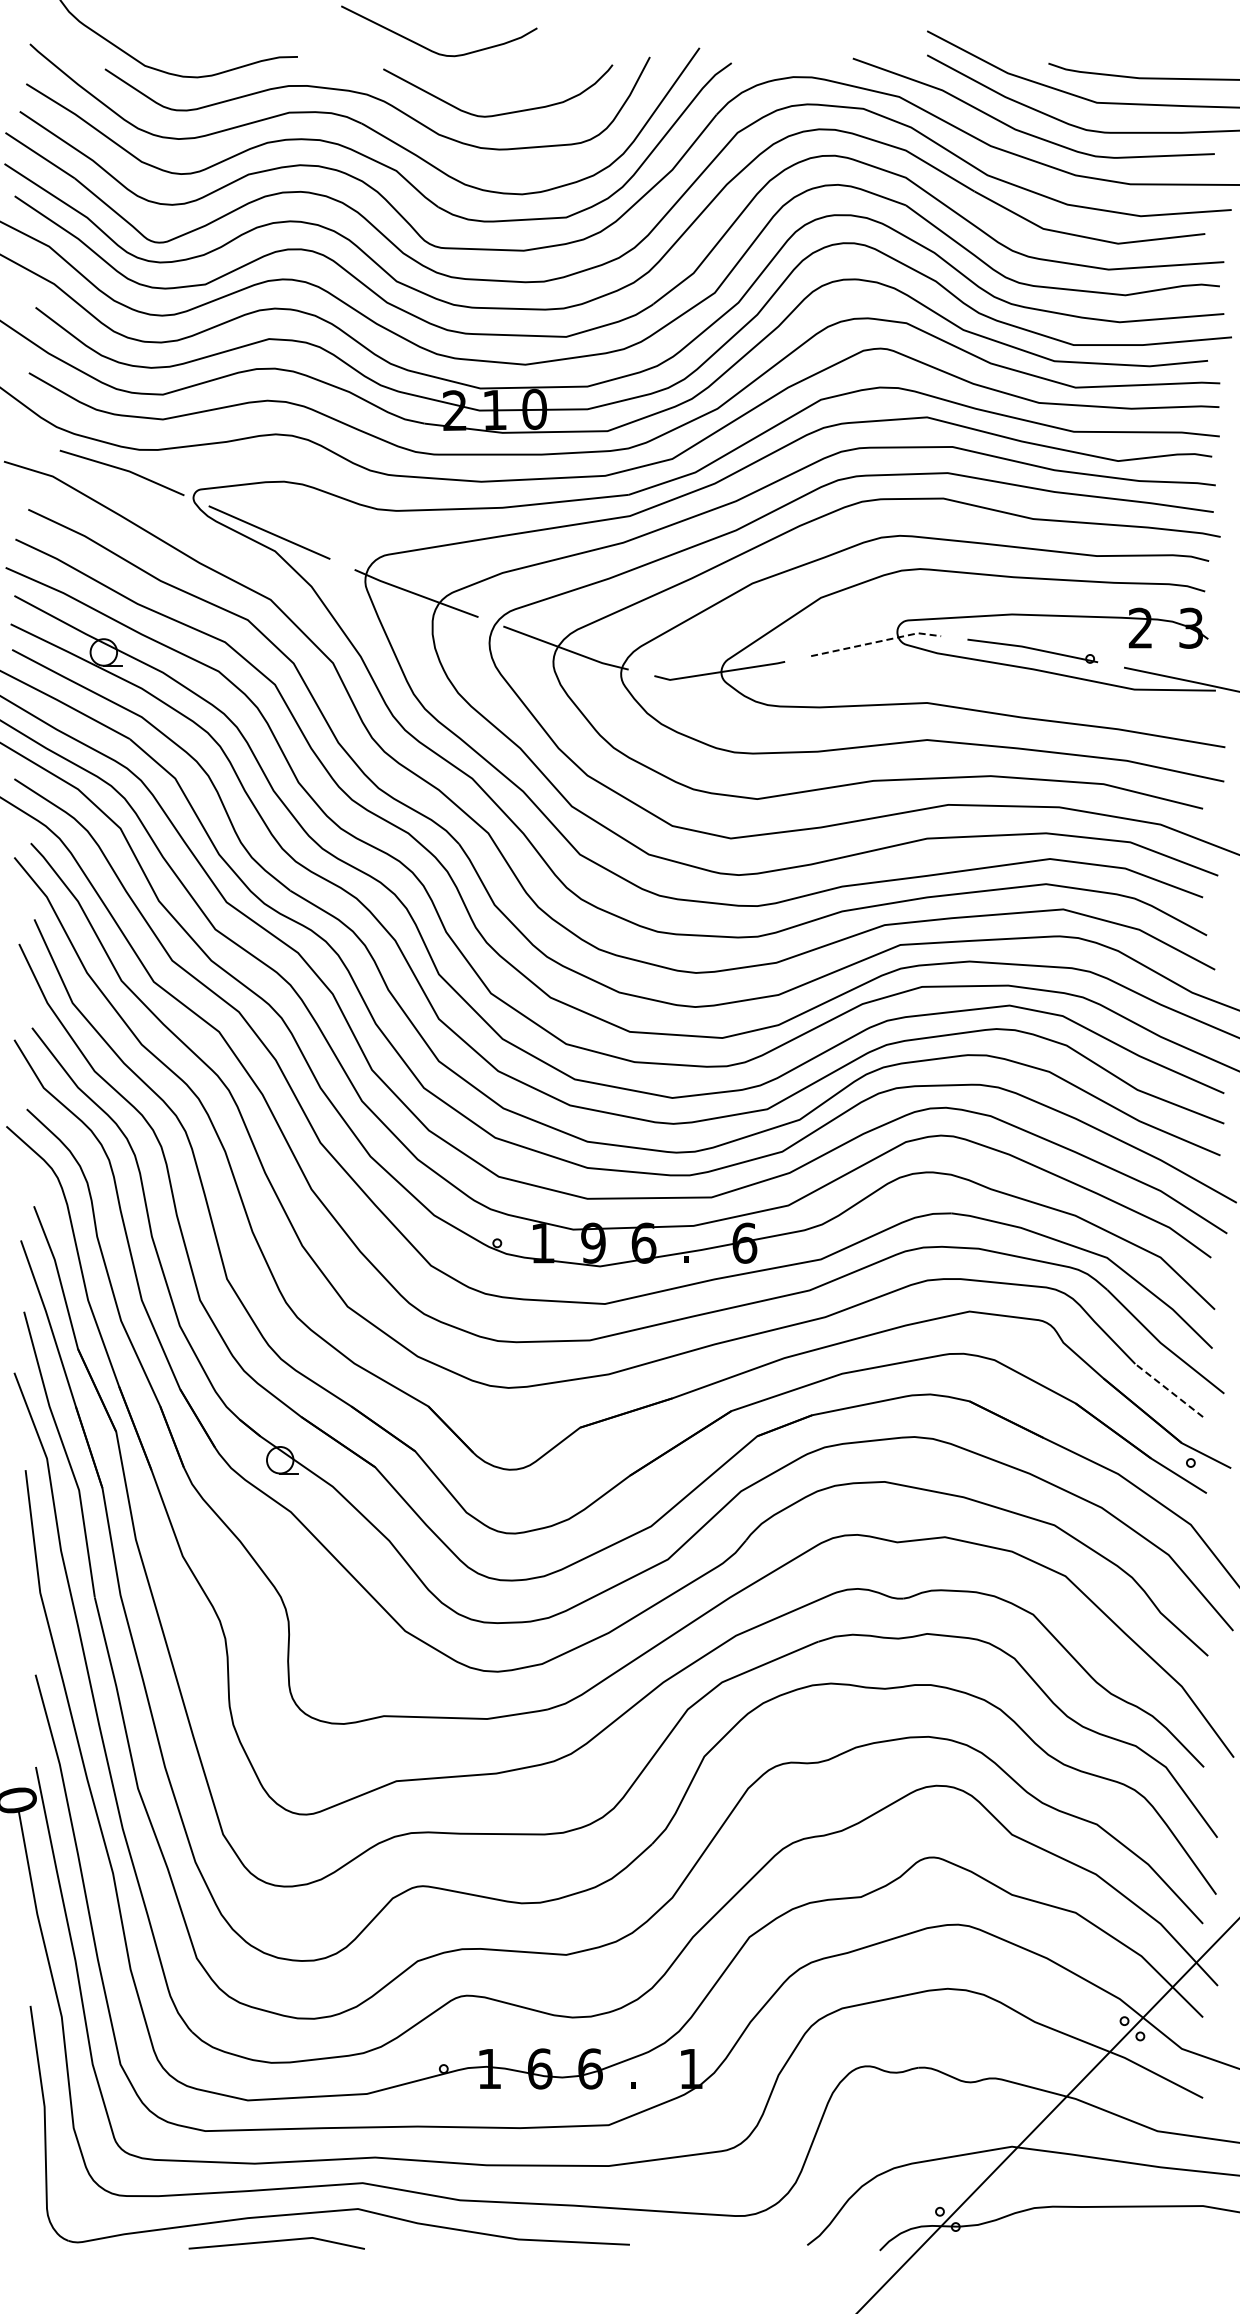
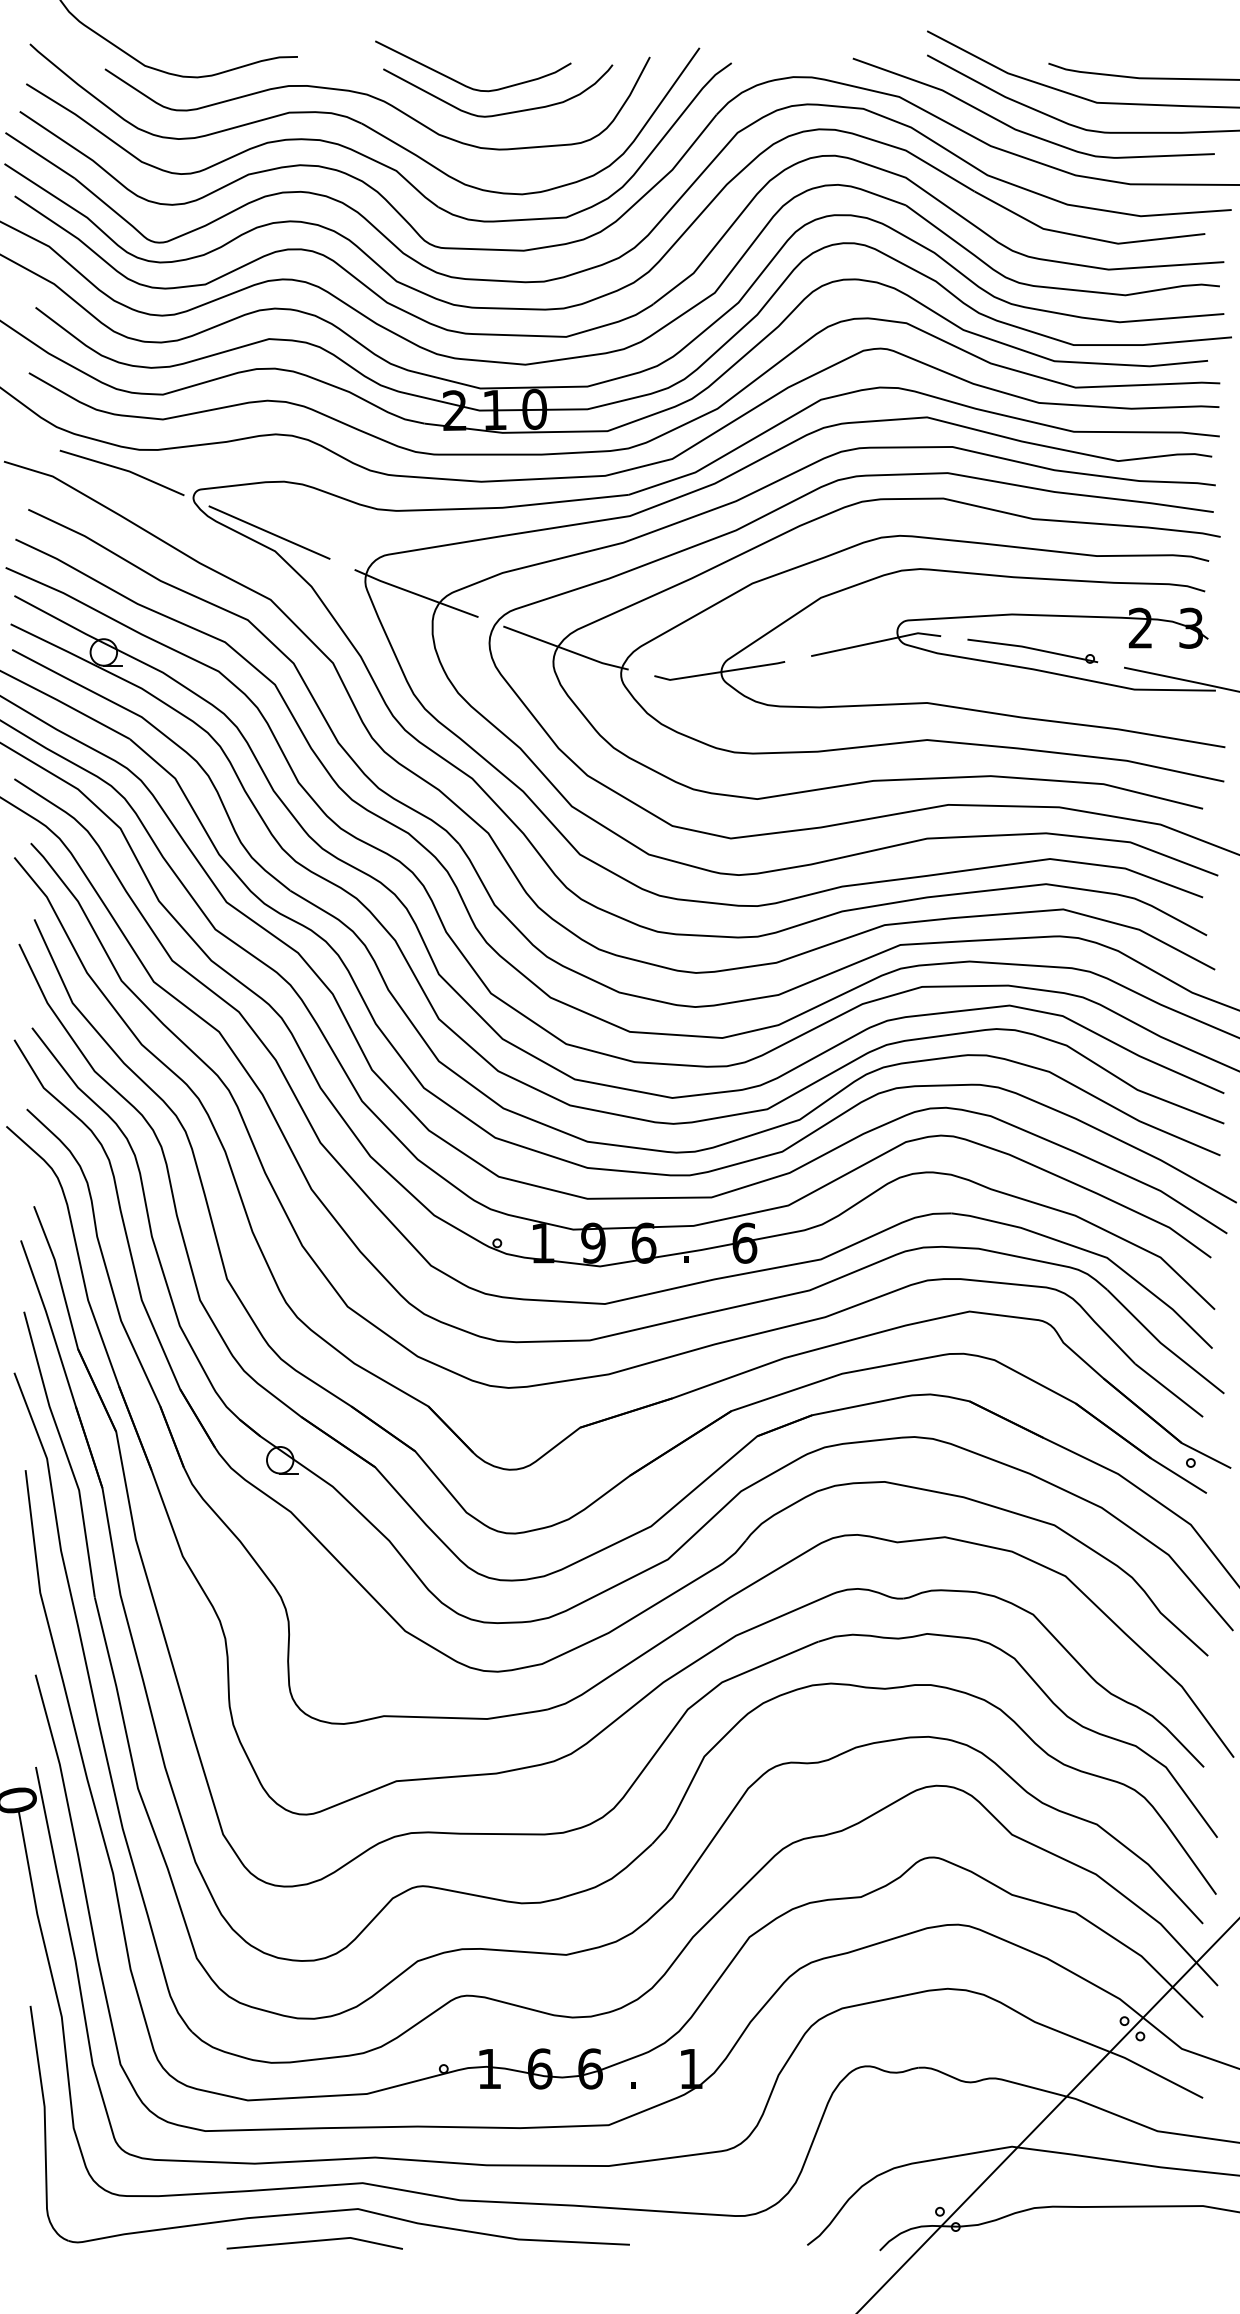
curve at (433, 50) position: (433, 50) -> (467, 85)
line at (877, 642): dashed -> solid
line at (1168, 1390): dashed -> solid
line at (276, 2241) position: (276, 2241) -> (314, 2241)
